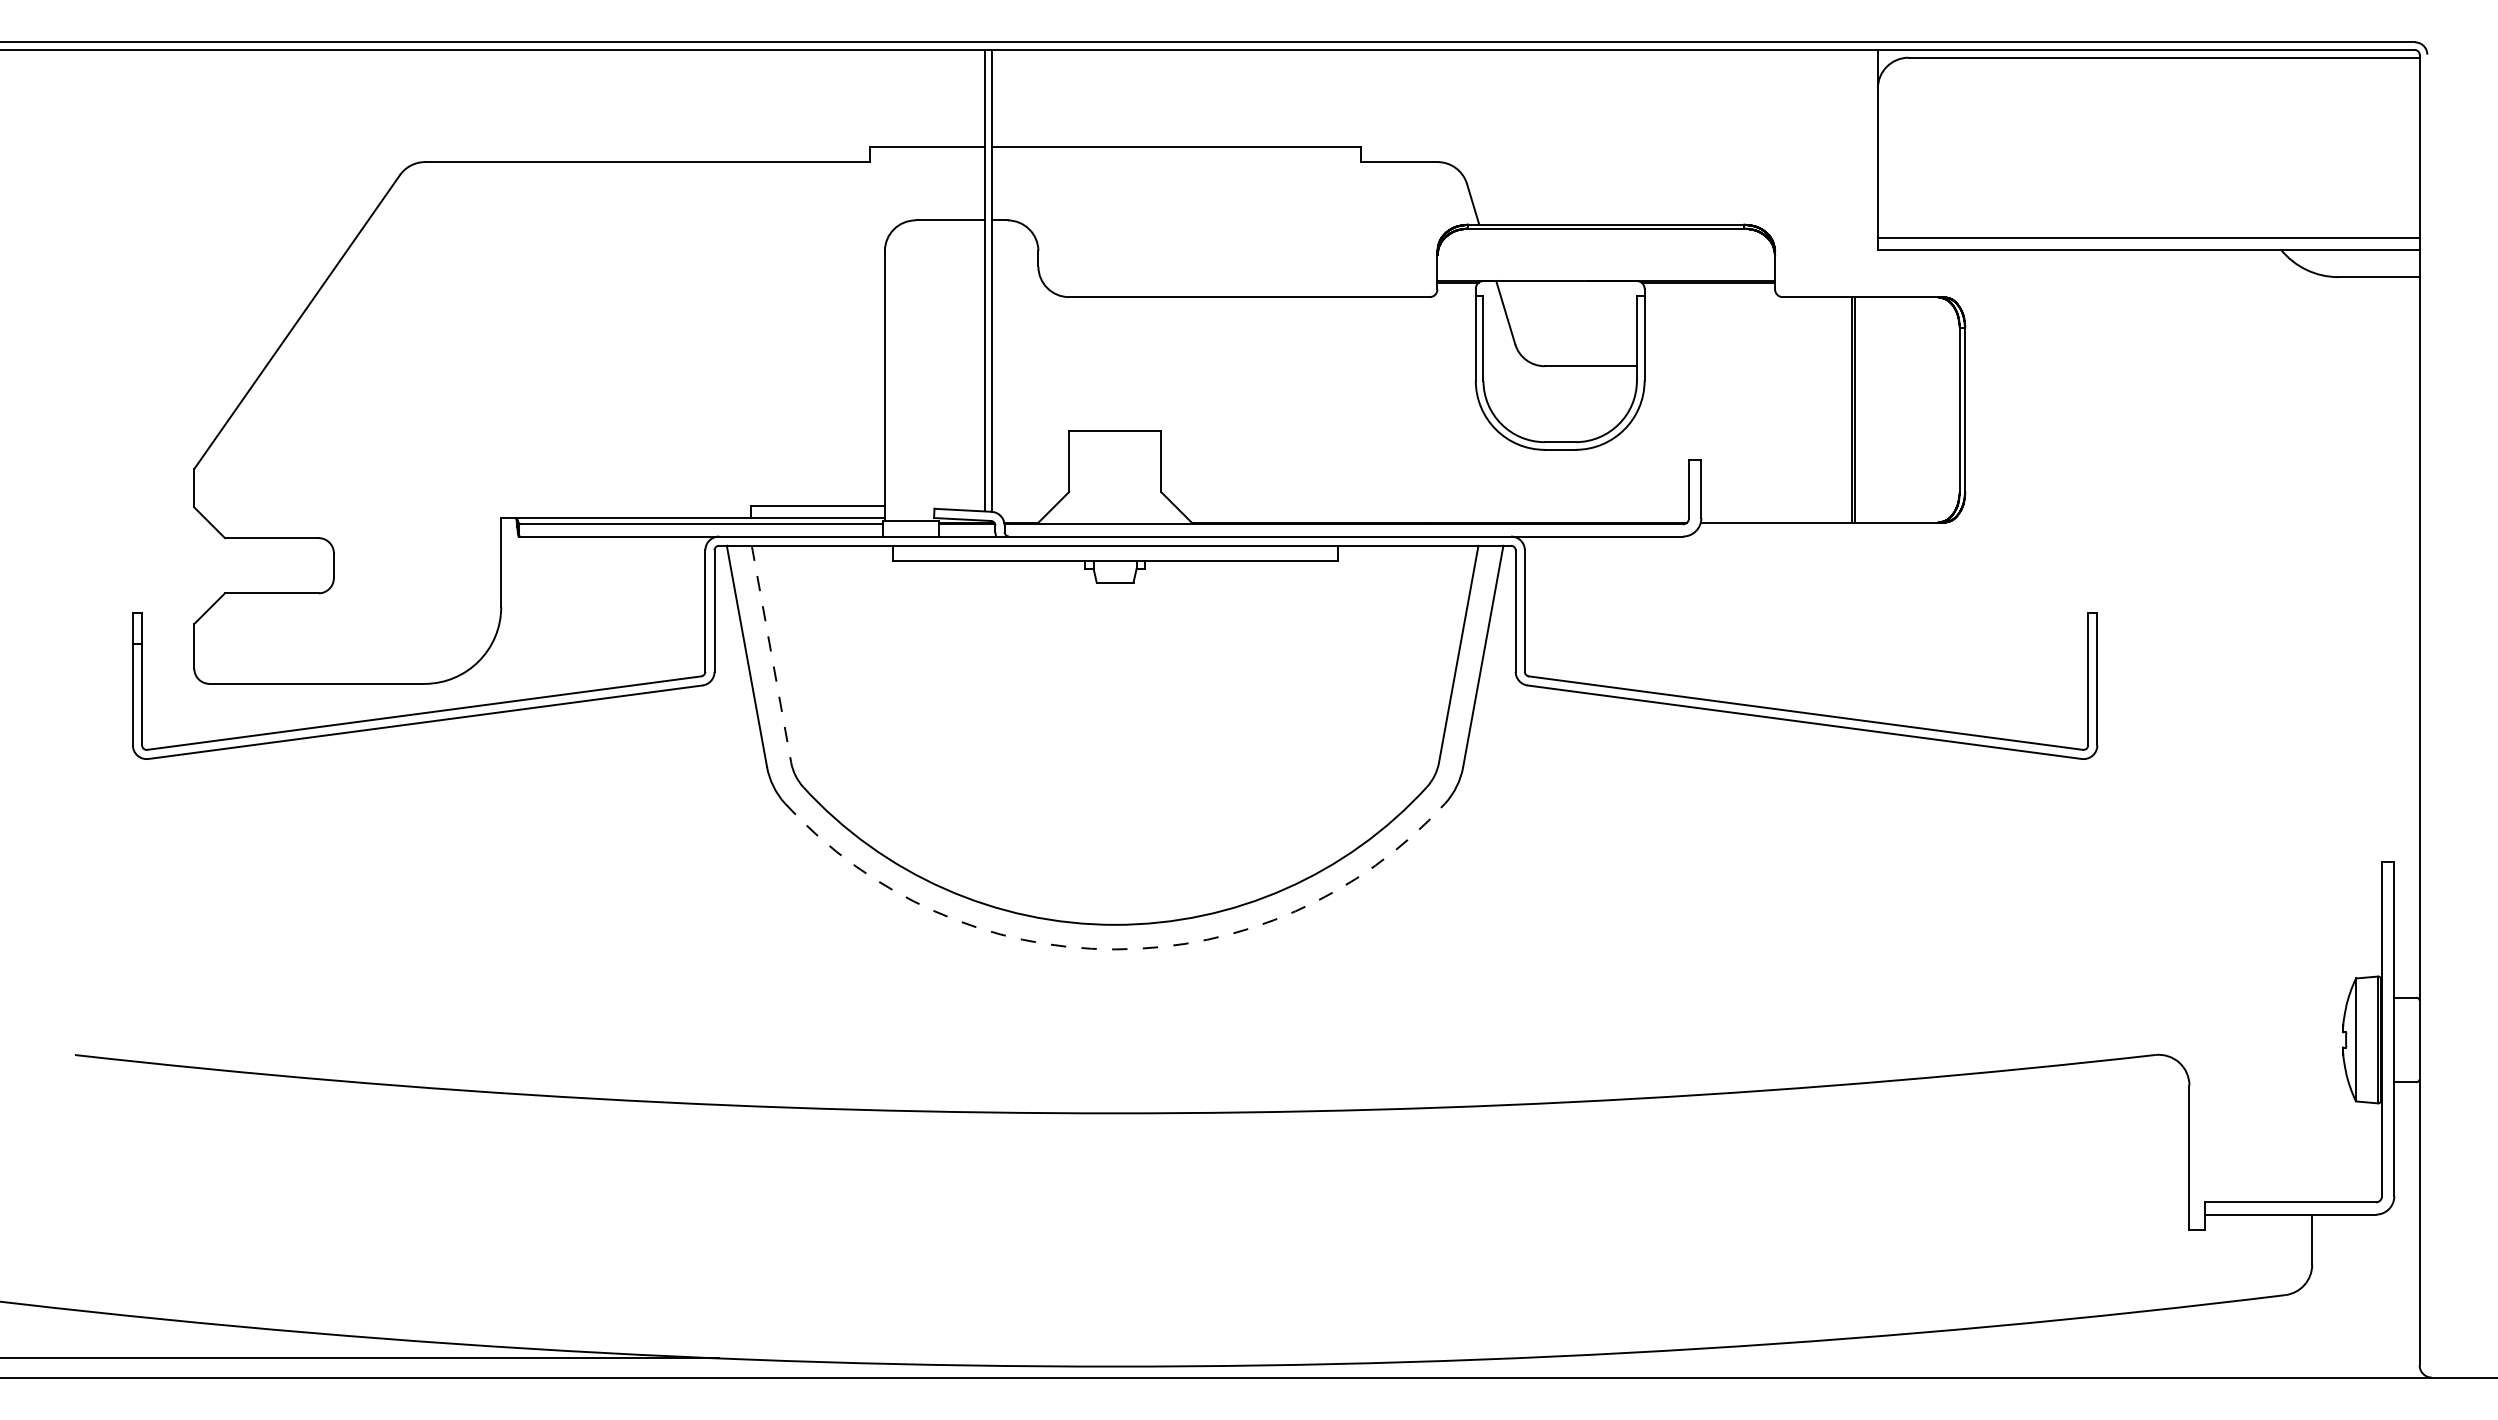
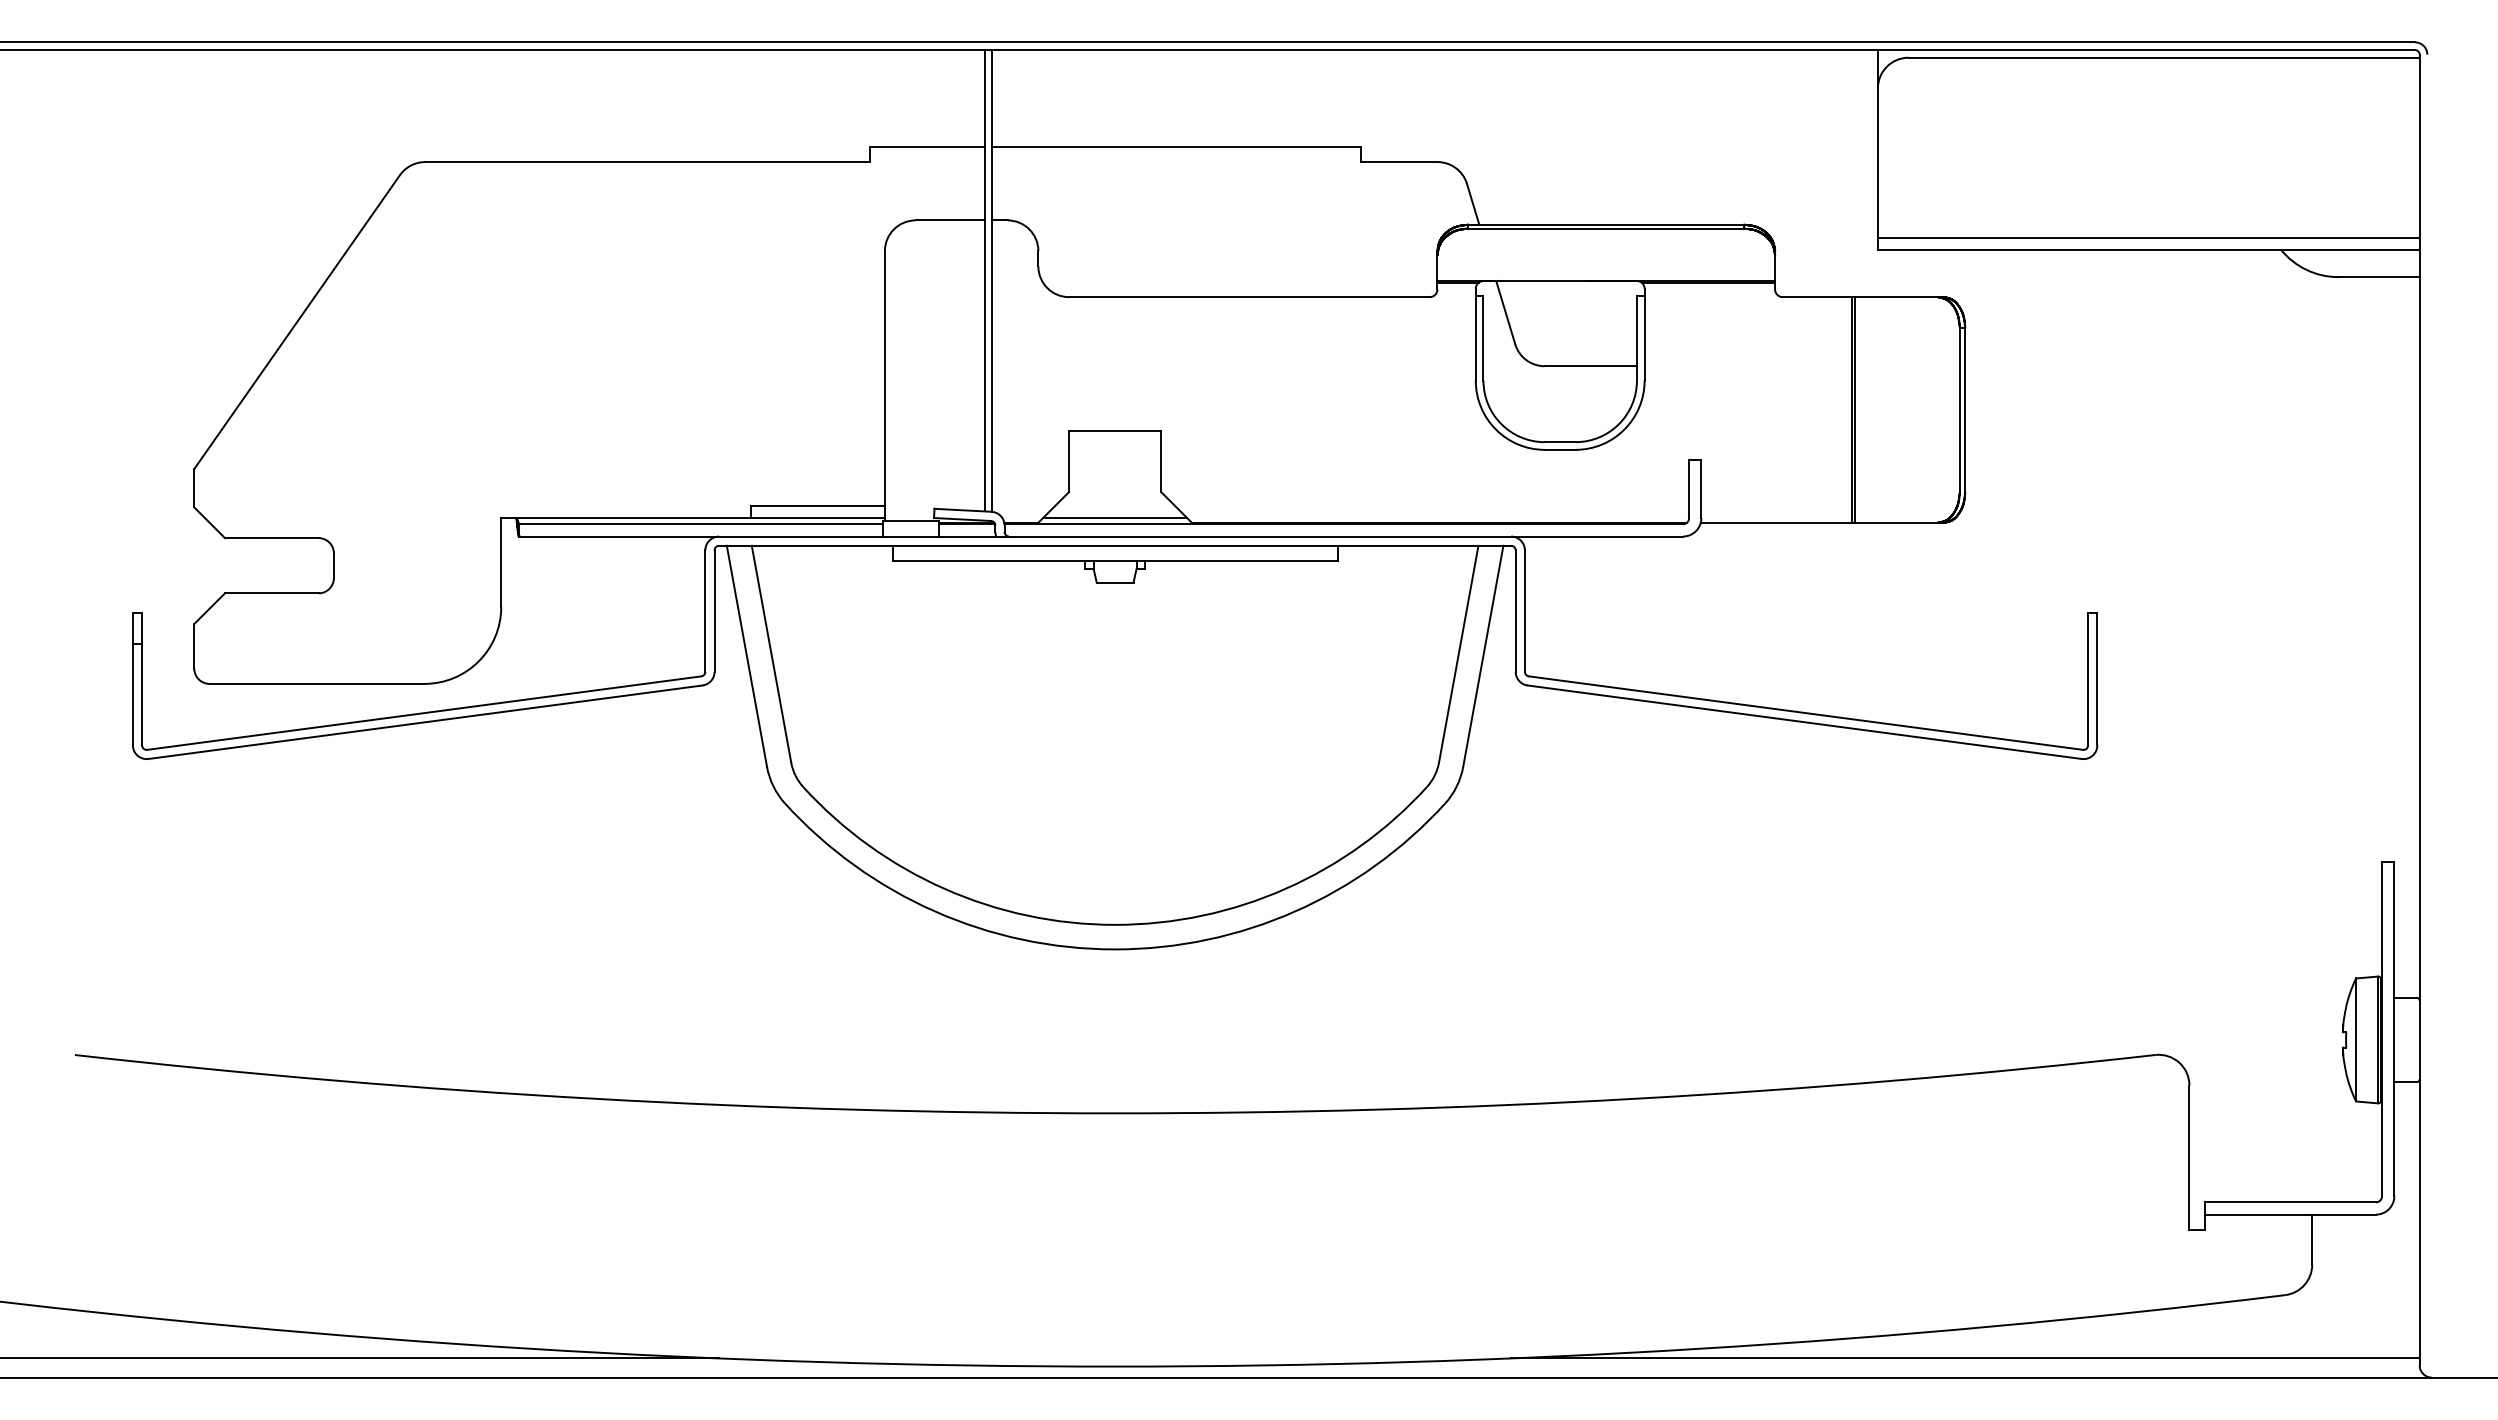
line at (1114, 518): none -> present
line at (771, 654): dashed -> solid
arc at (1115, 949): dashed -> solid
line at (1965, 1358): none -> present
